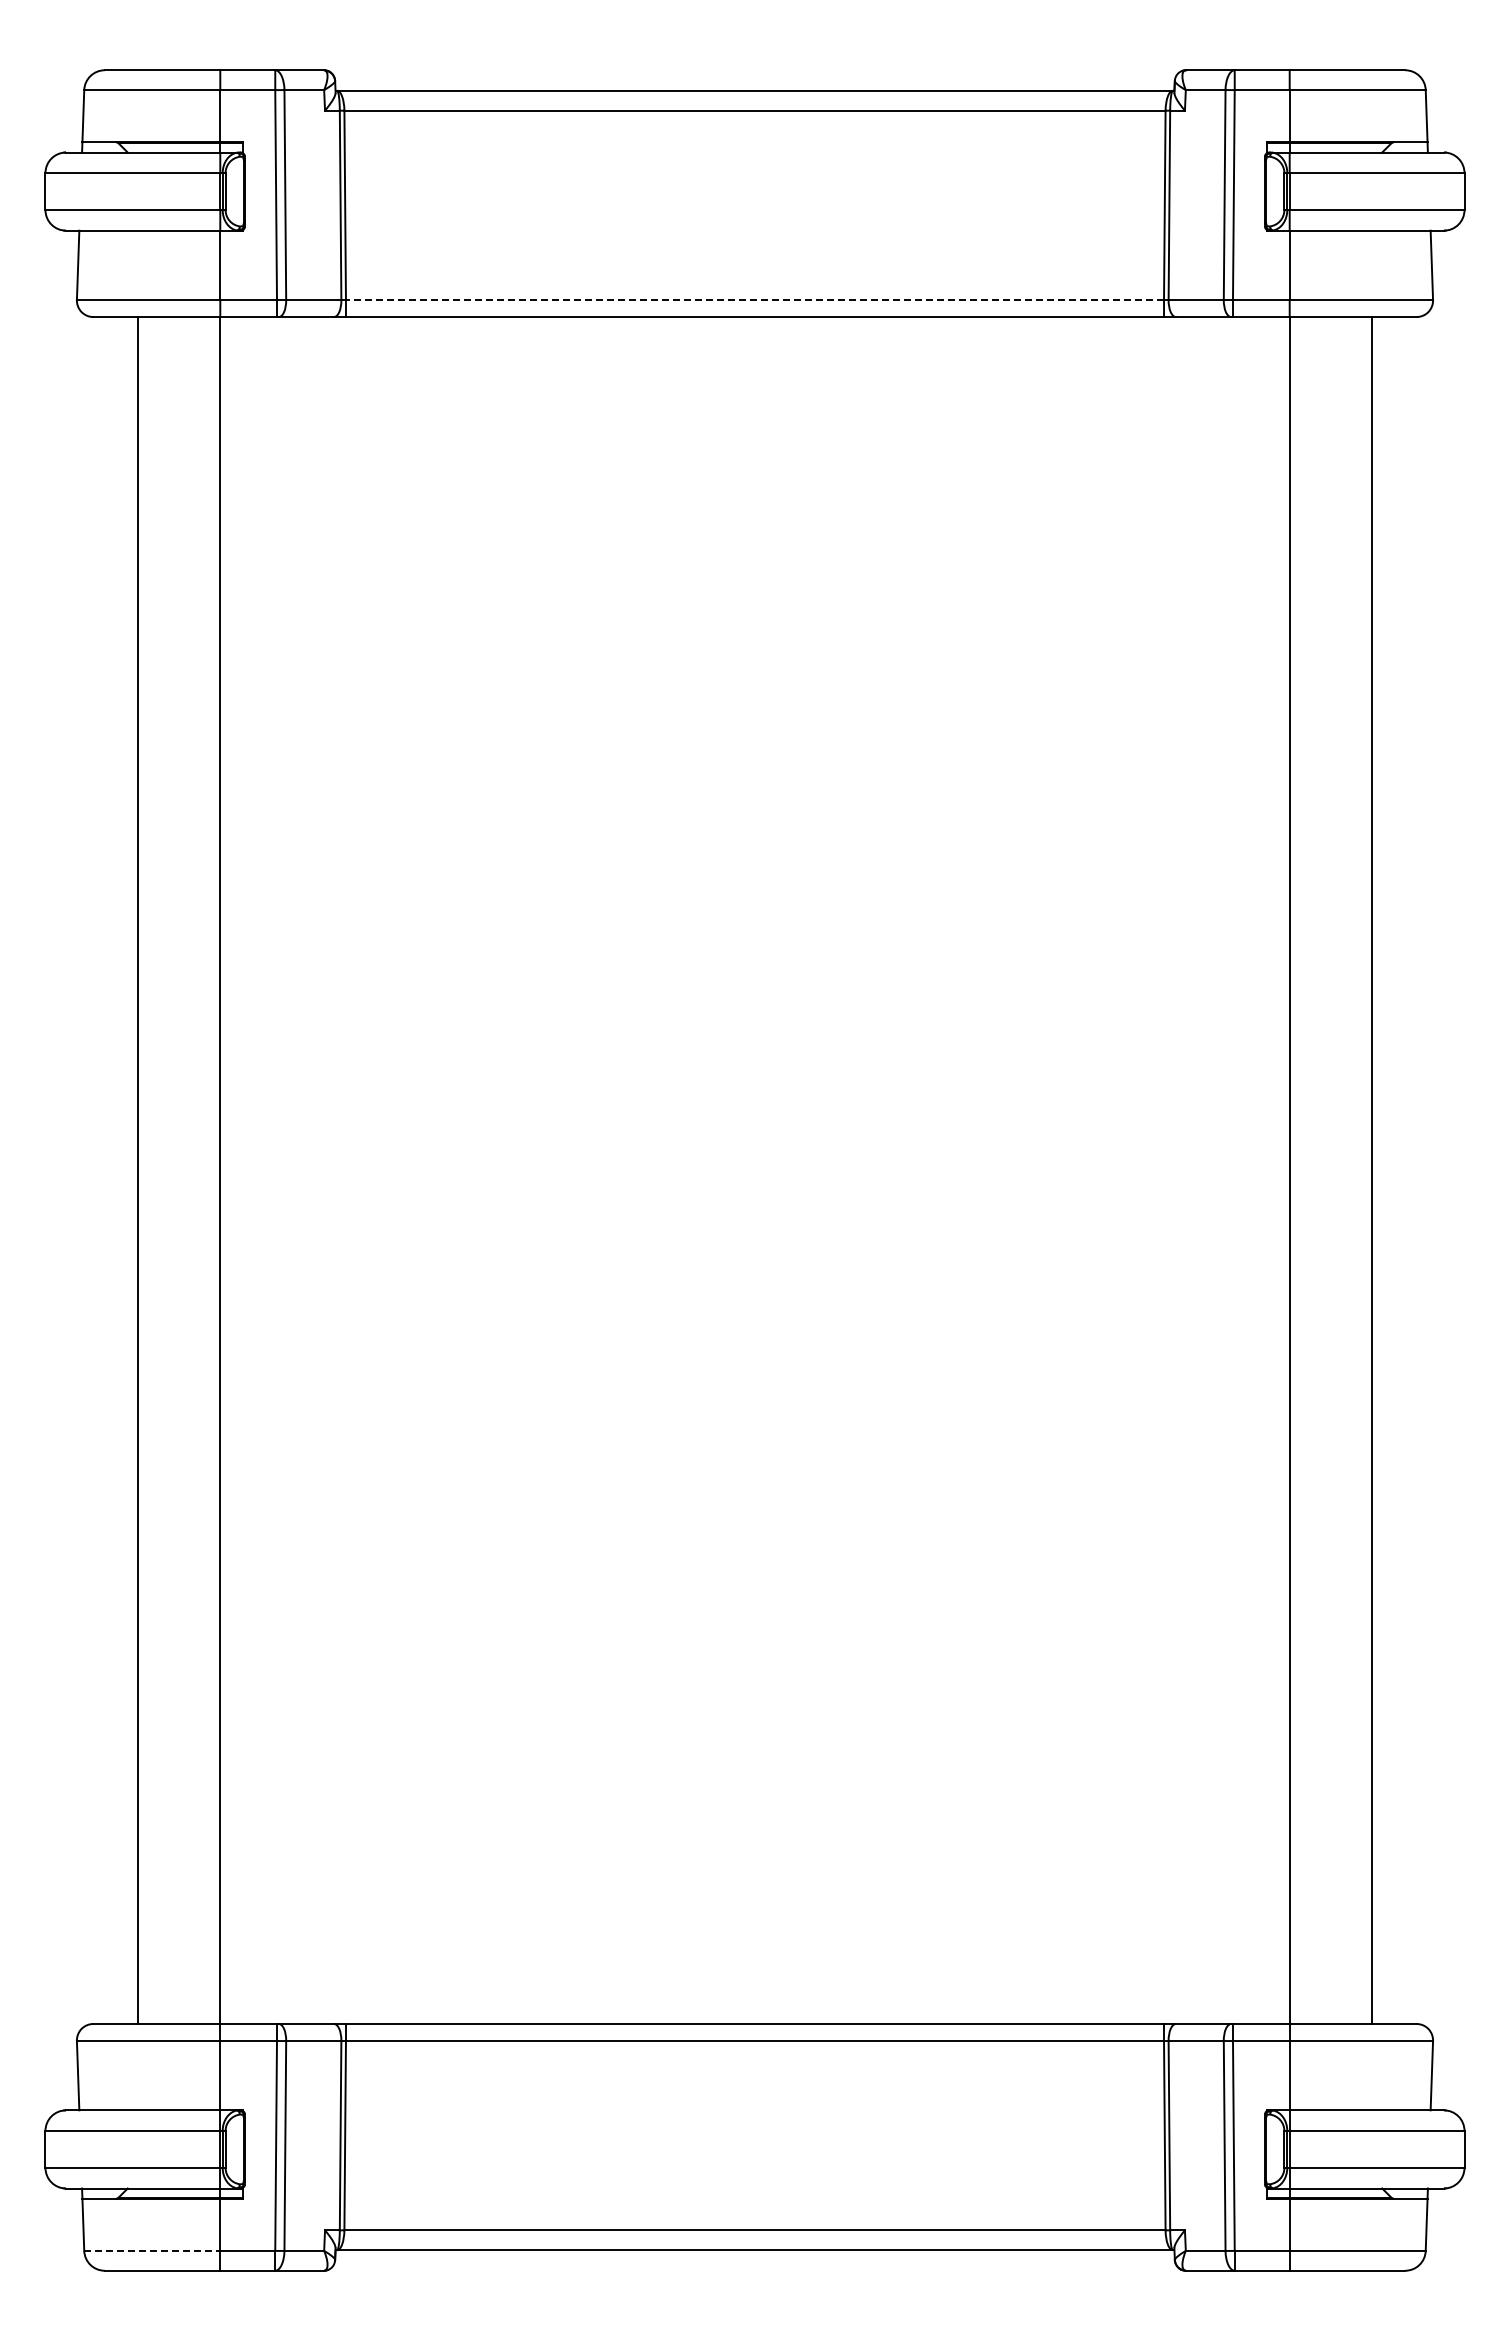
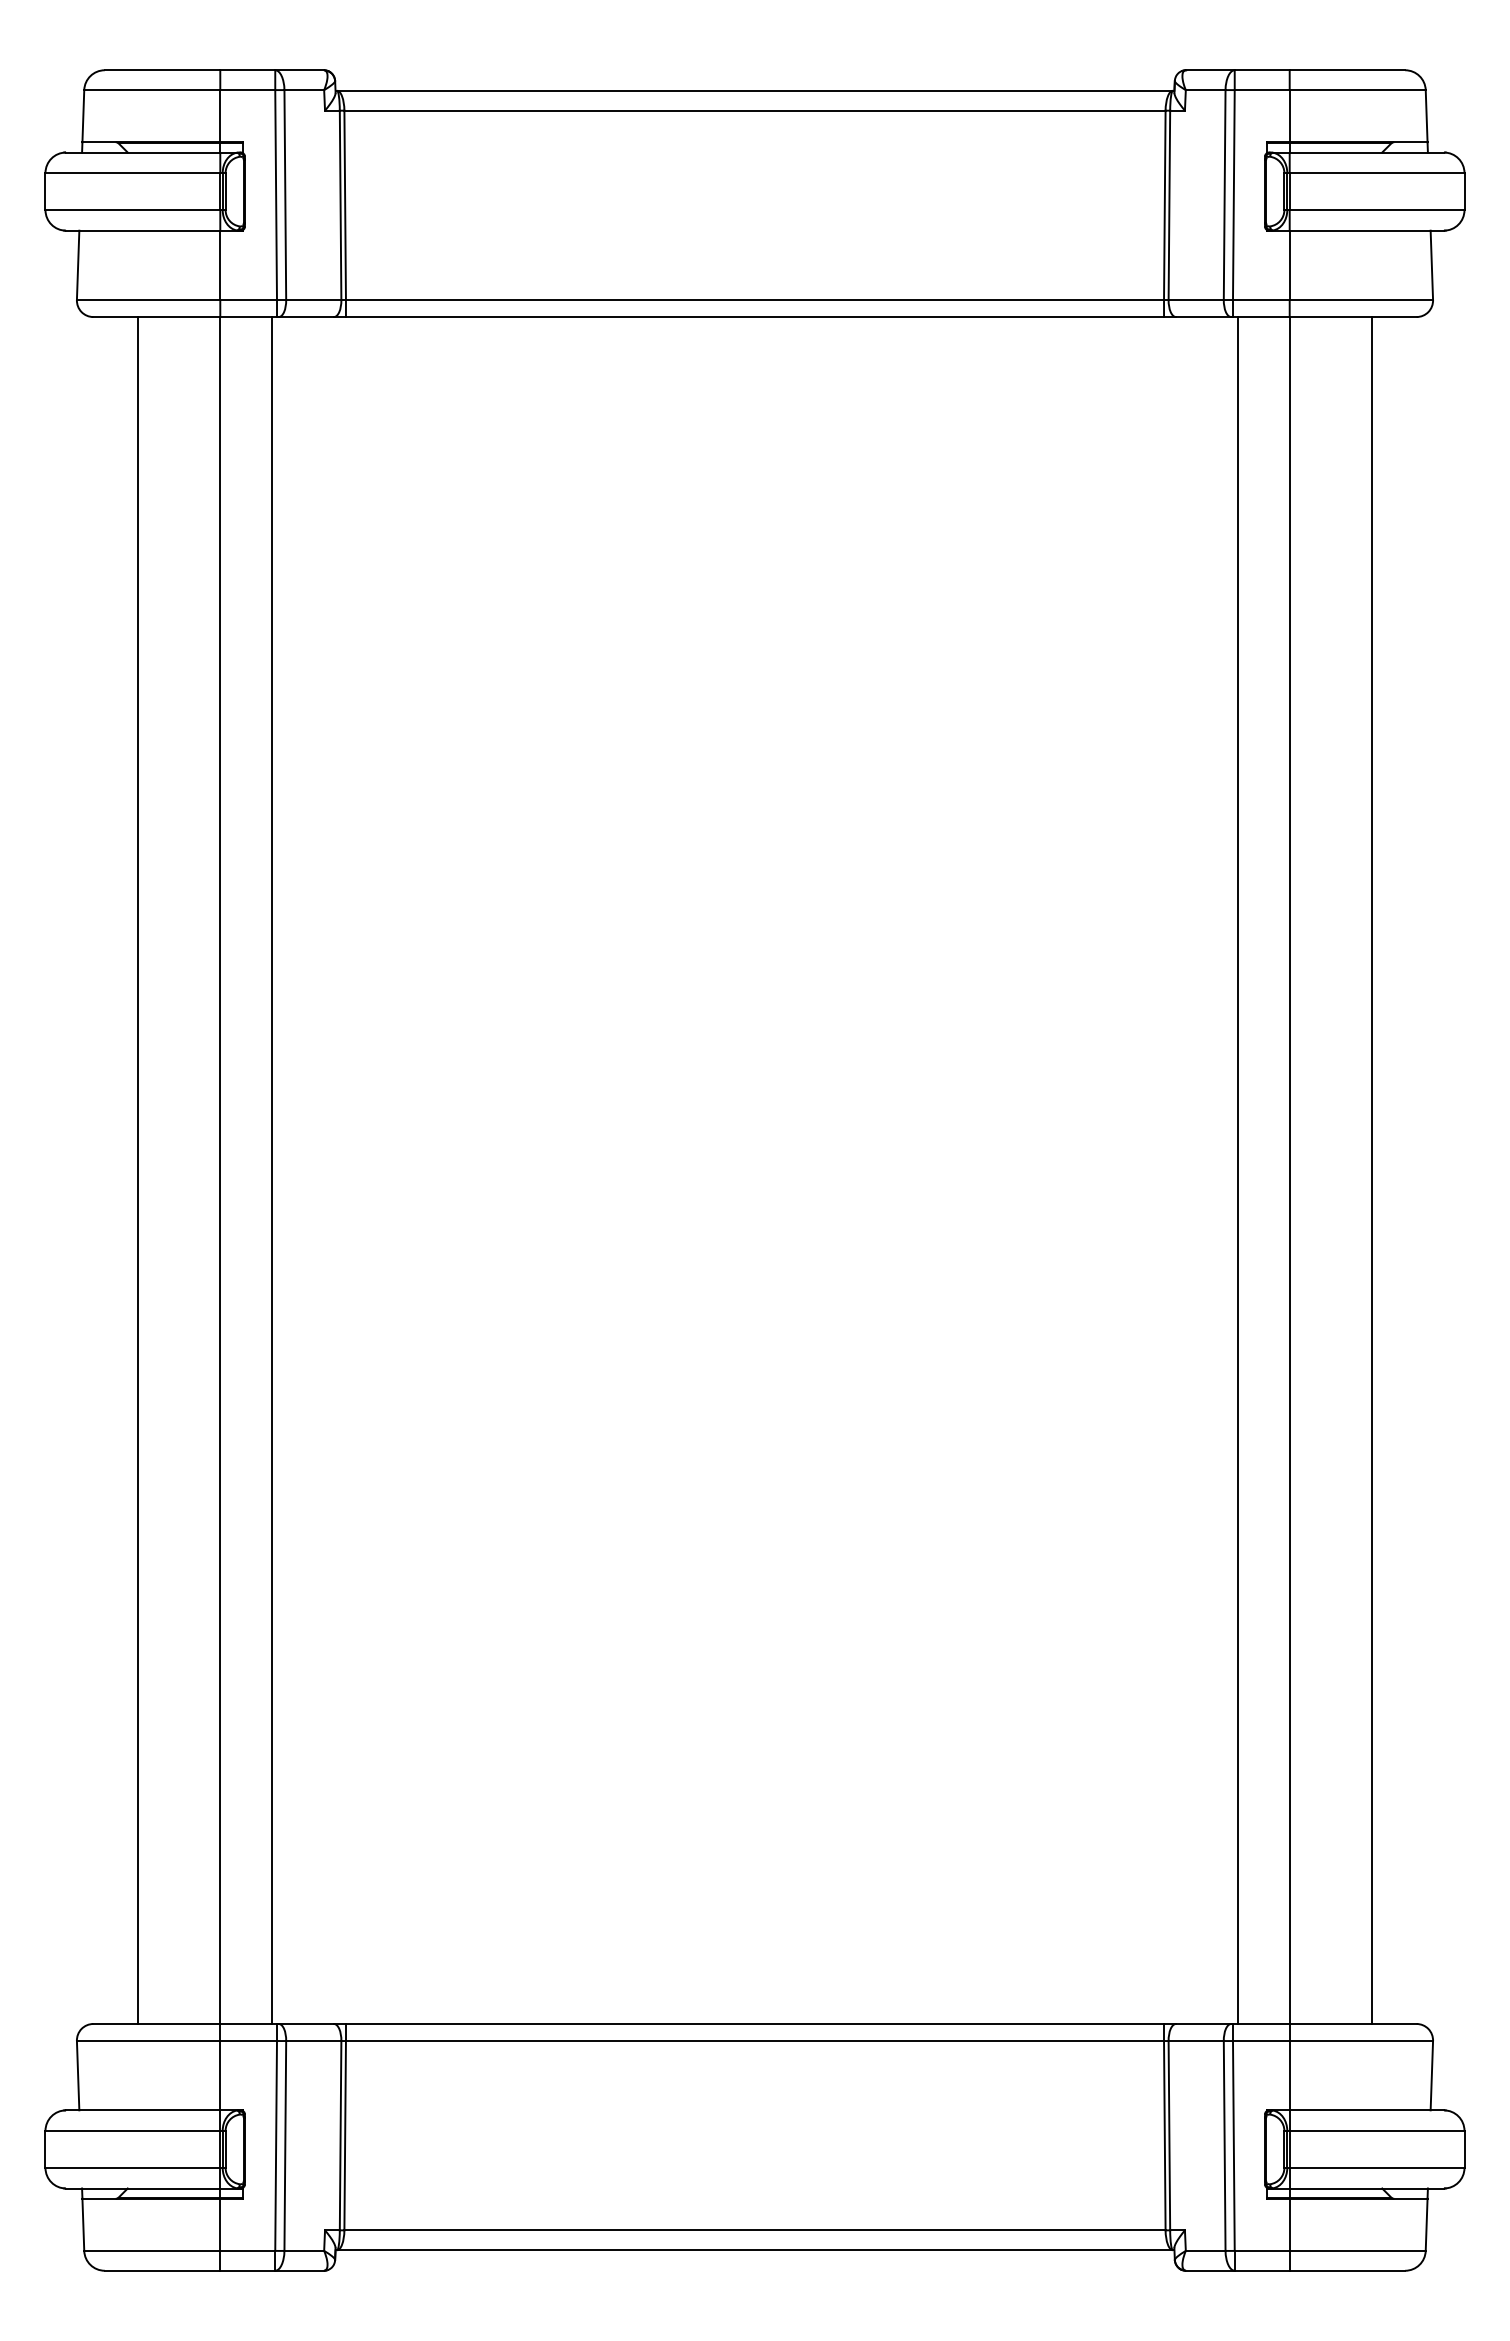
line at (754, 300): dashed -> solid
line at (271, 1170): none -> present
line at (1238, 1170): none -> present
line at (152, 2250): dashed -> solid
